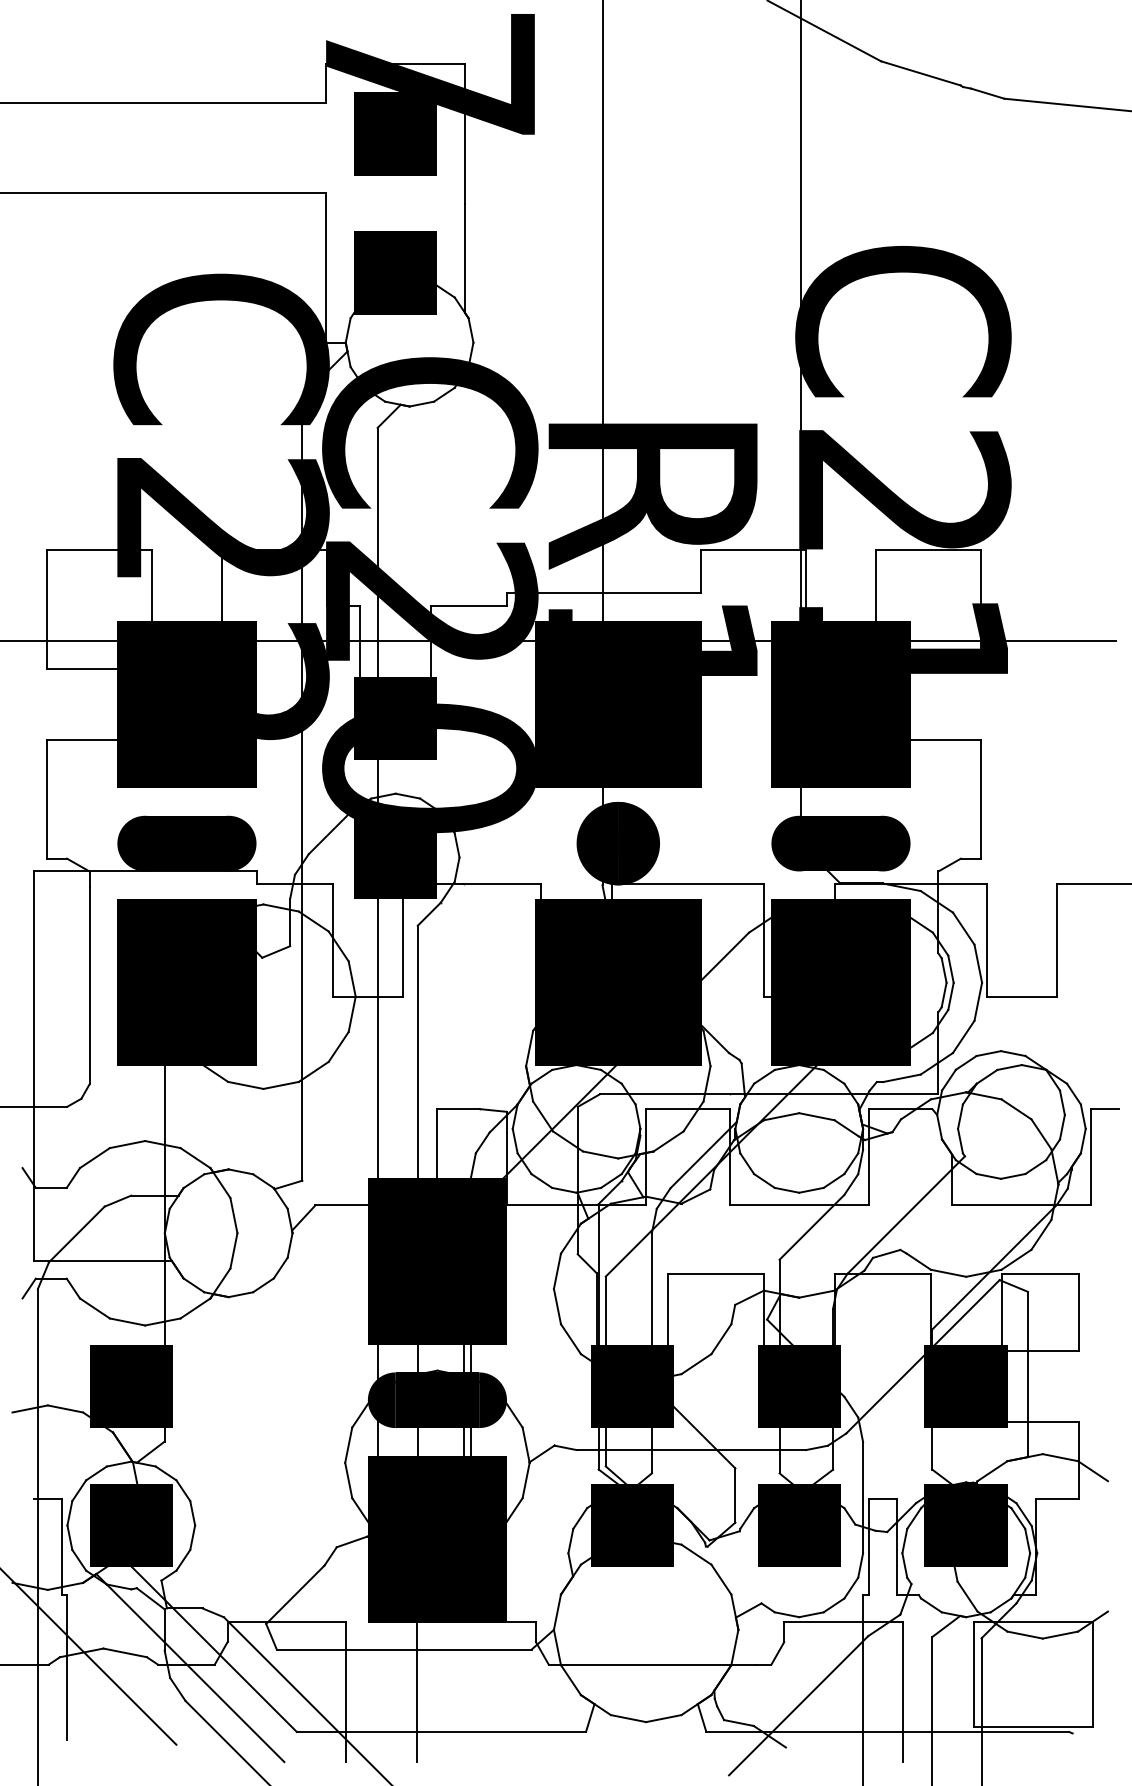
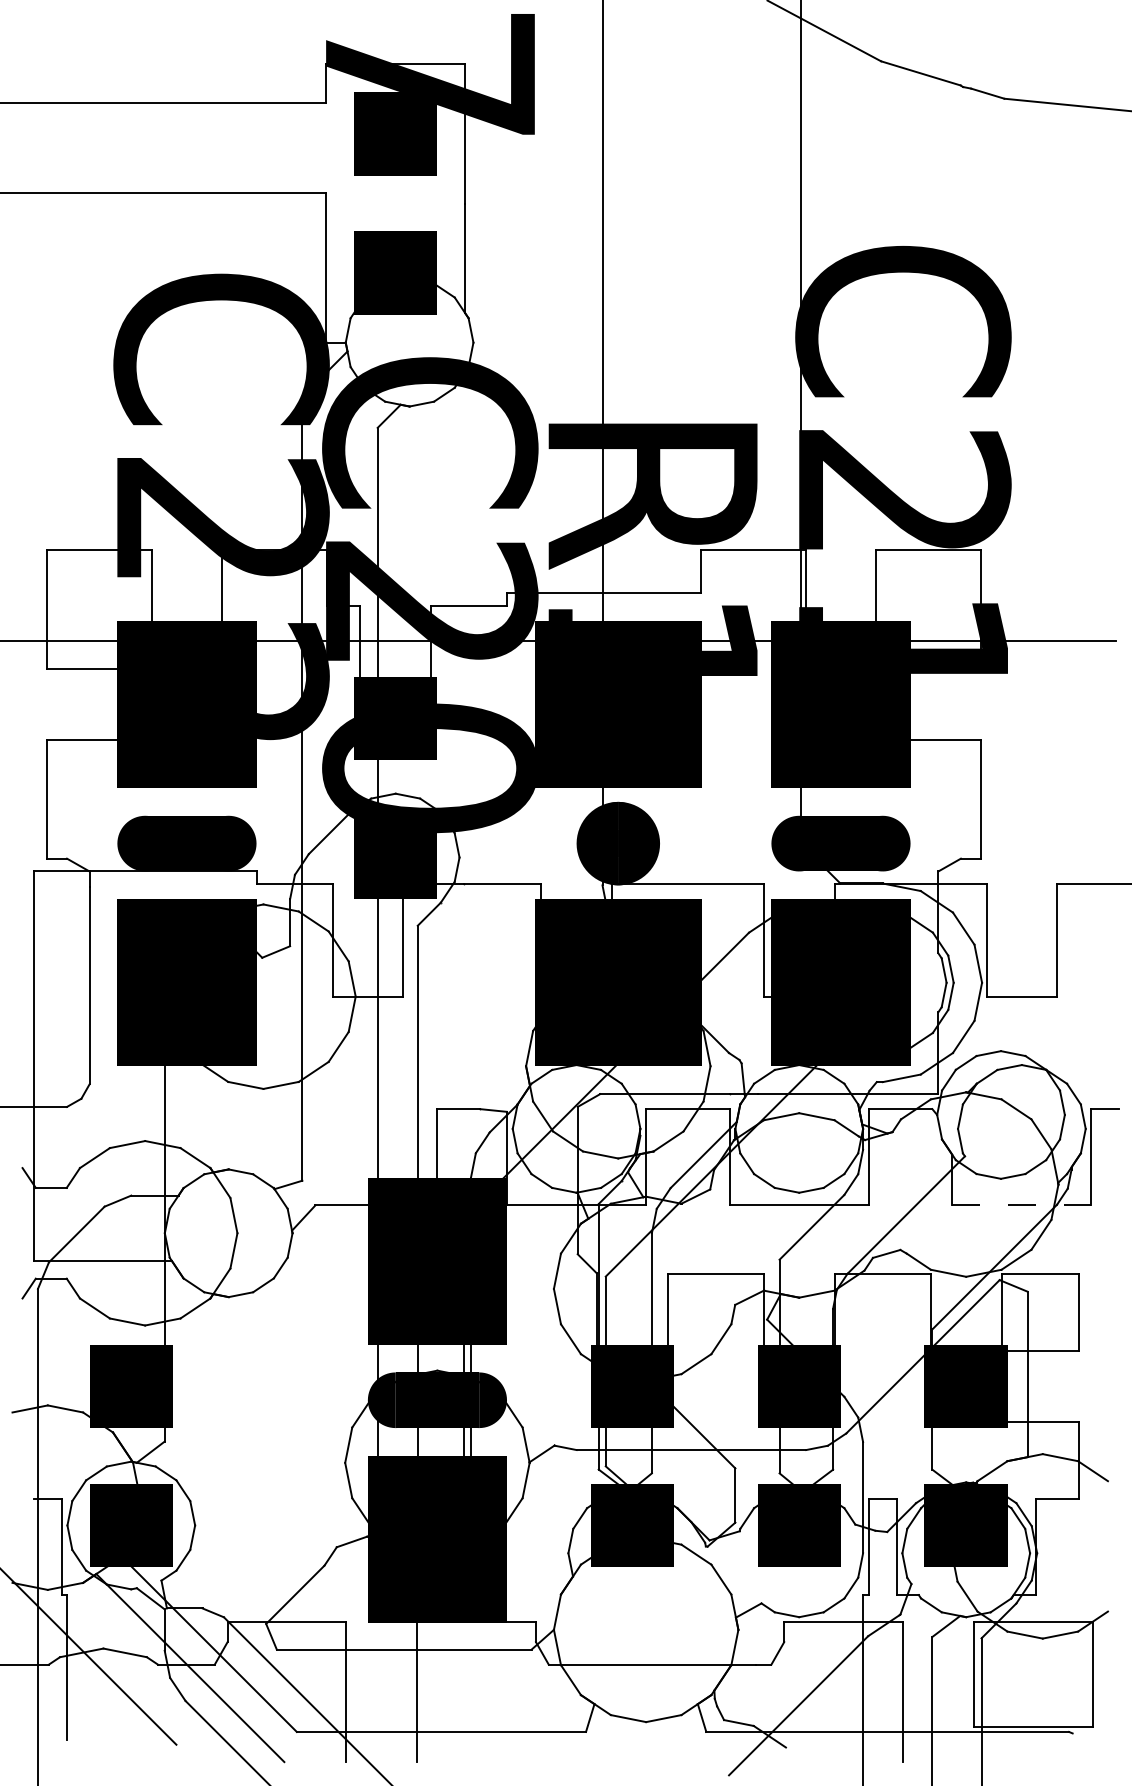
line at (1021, 1205): solid -> dashed
